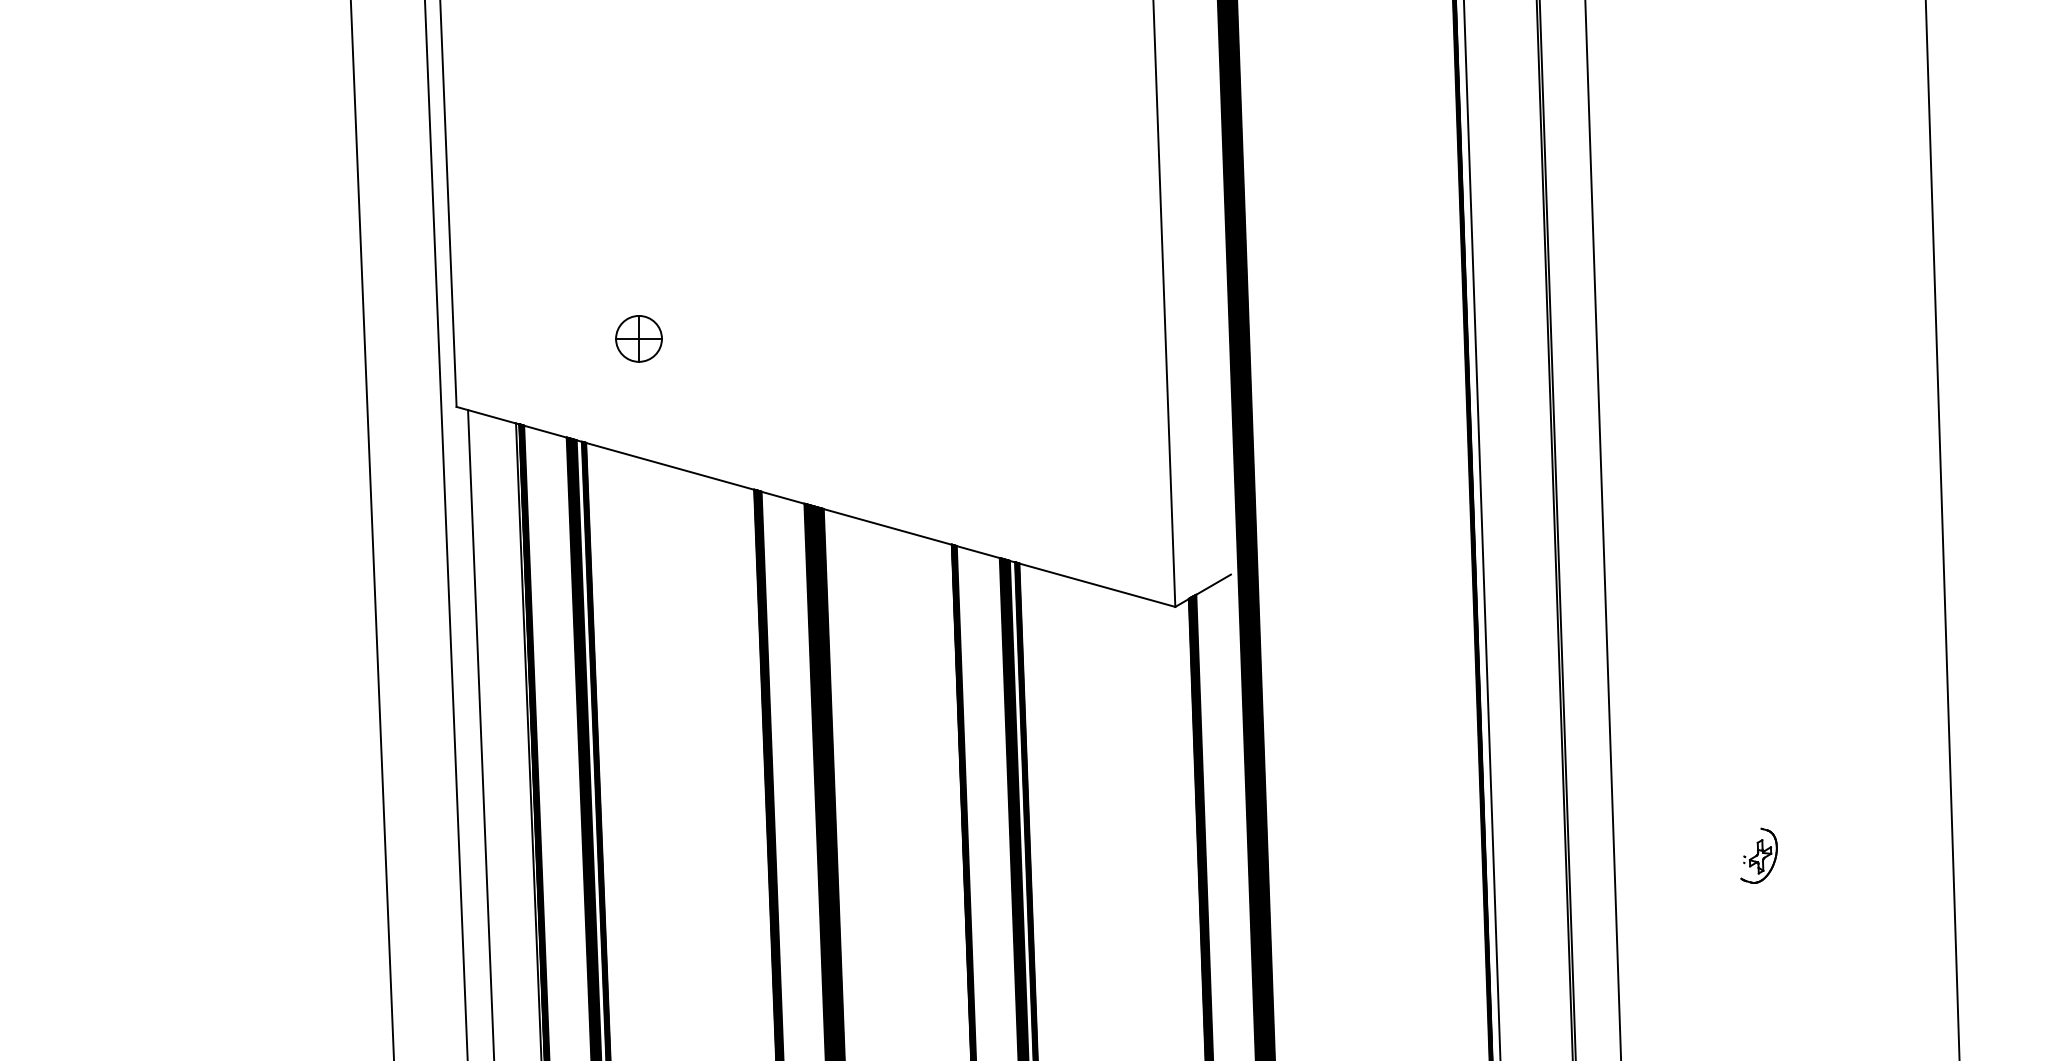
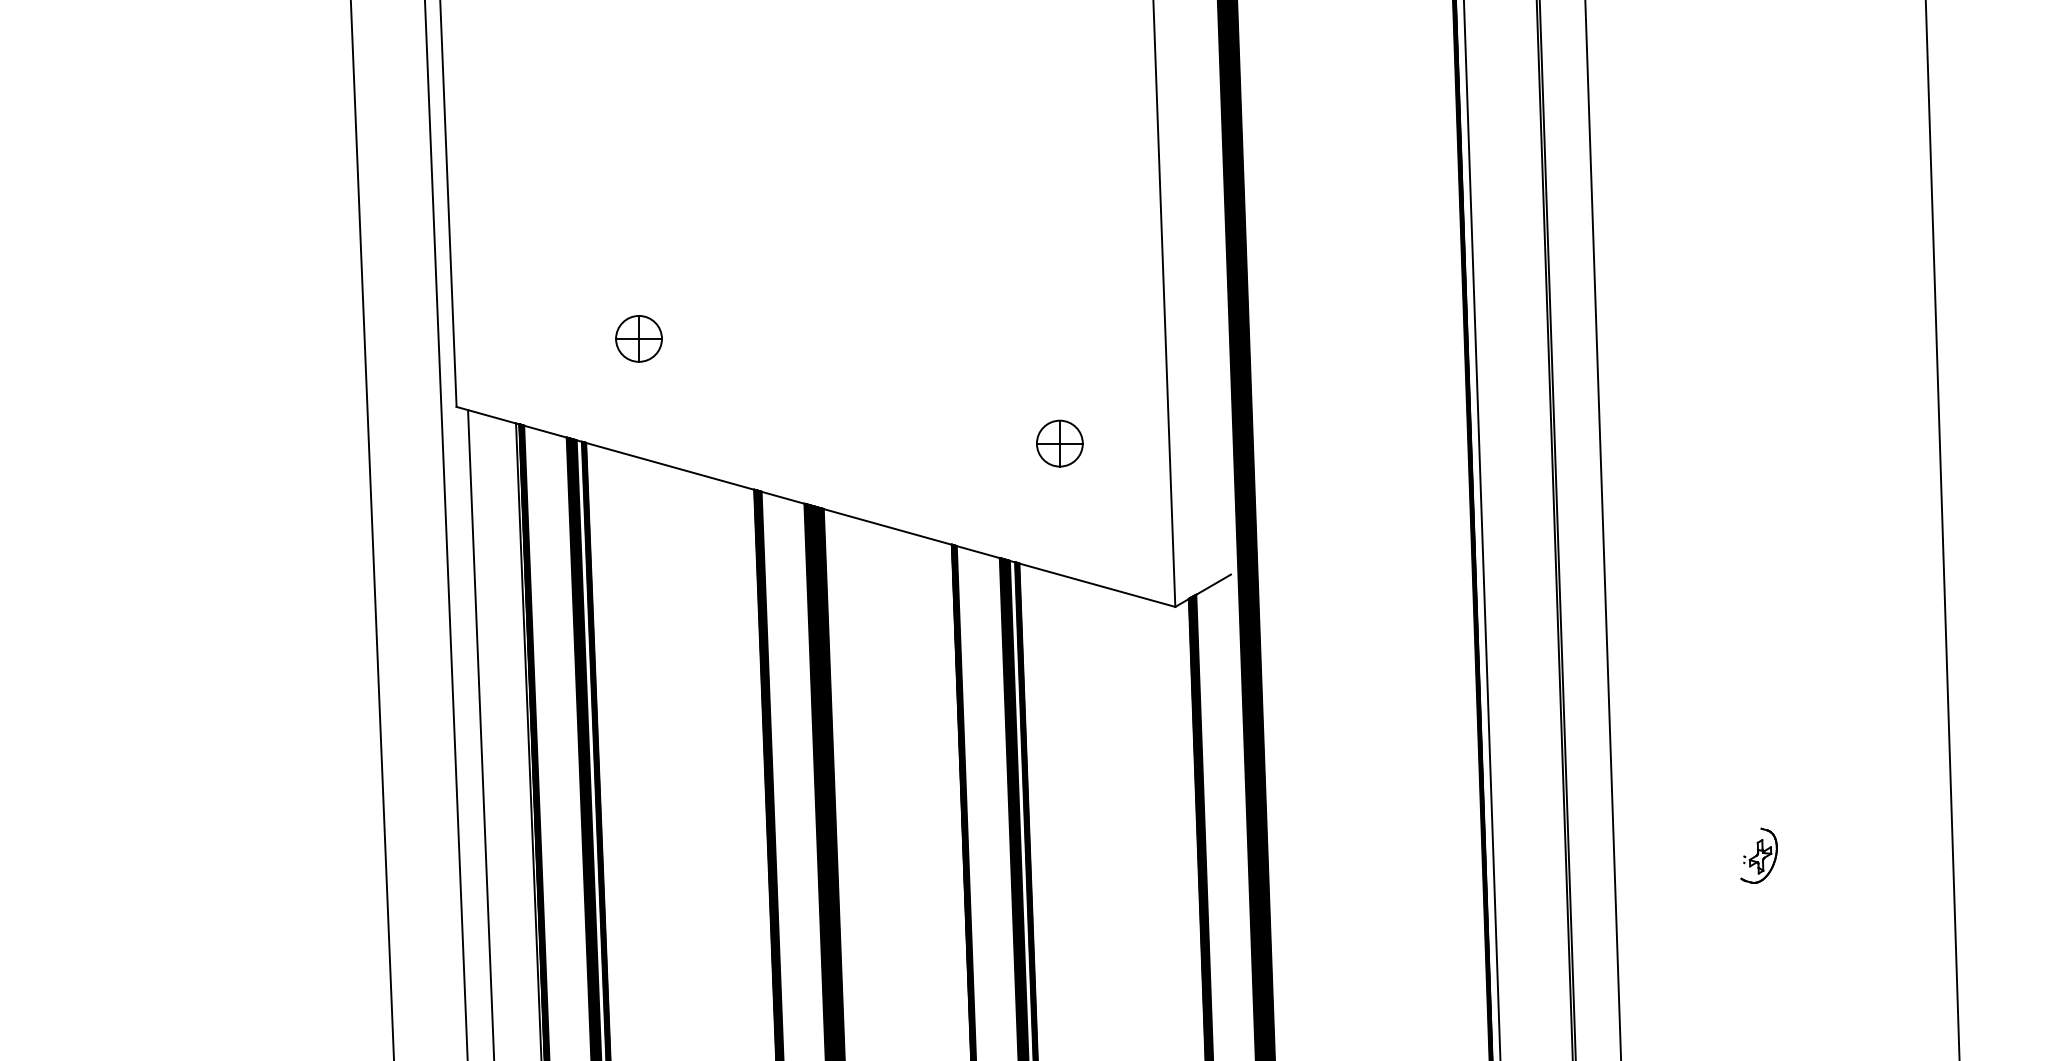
part at (1059, 443): none -> present
